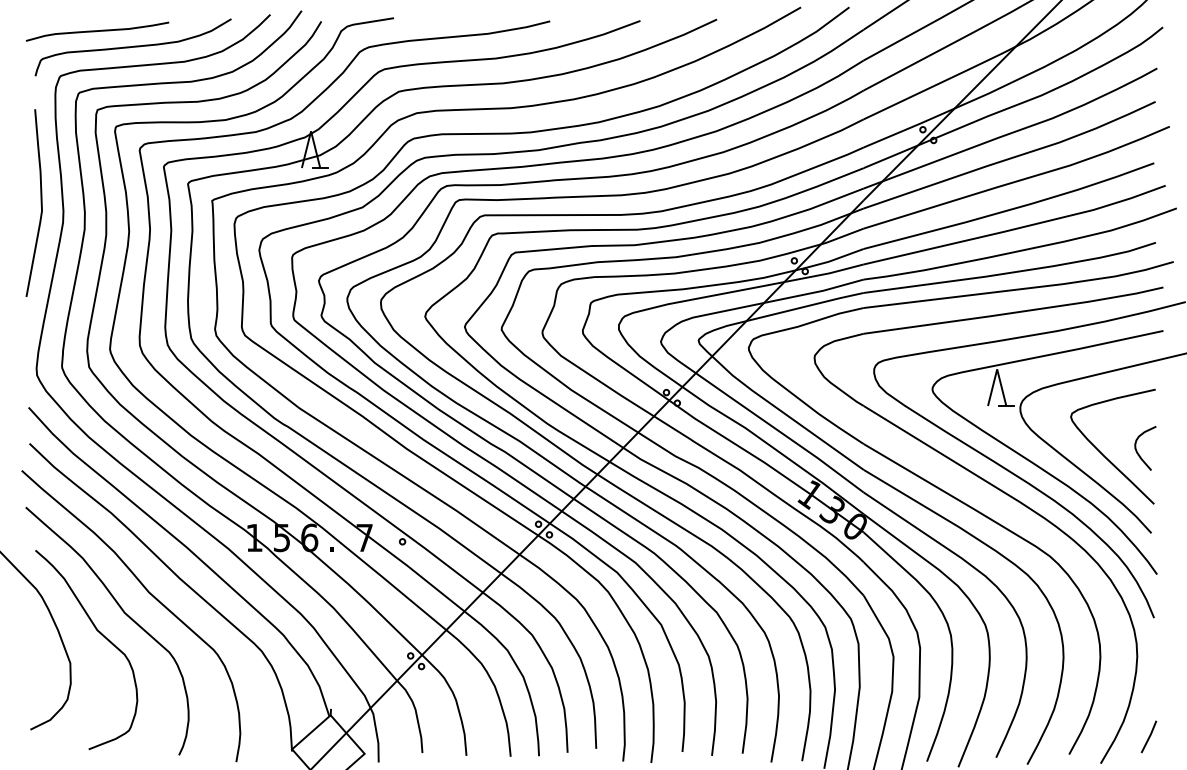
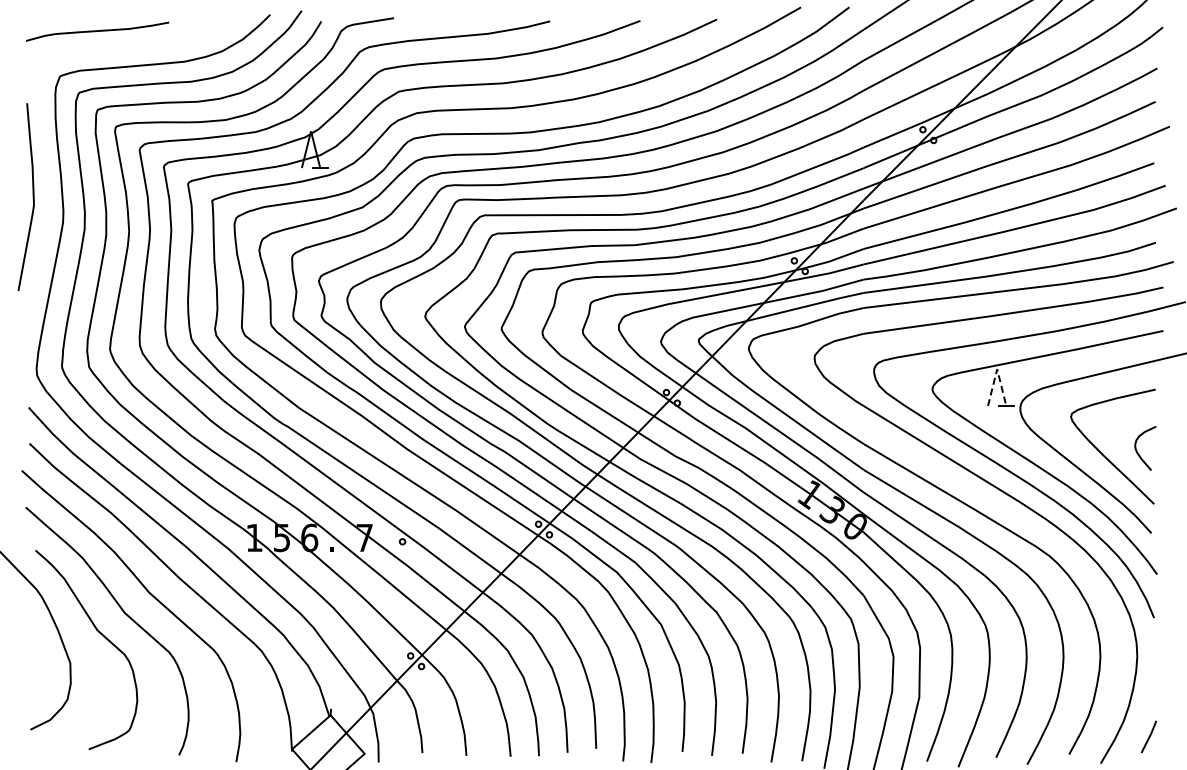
curve at (132, 47): present -> none
curve at (40, 202) position: (40, 202) -> (32, 196)
line at (997, 369): solid -> dashed
